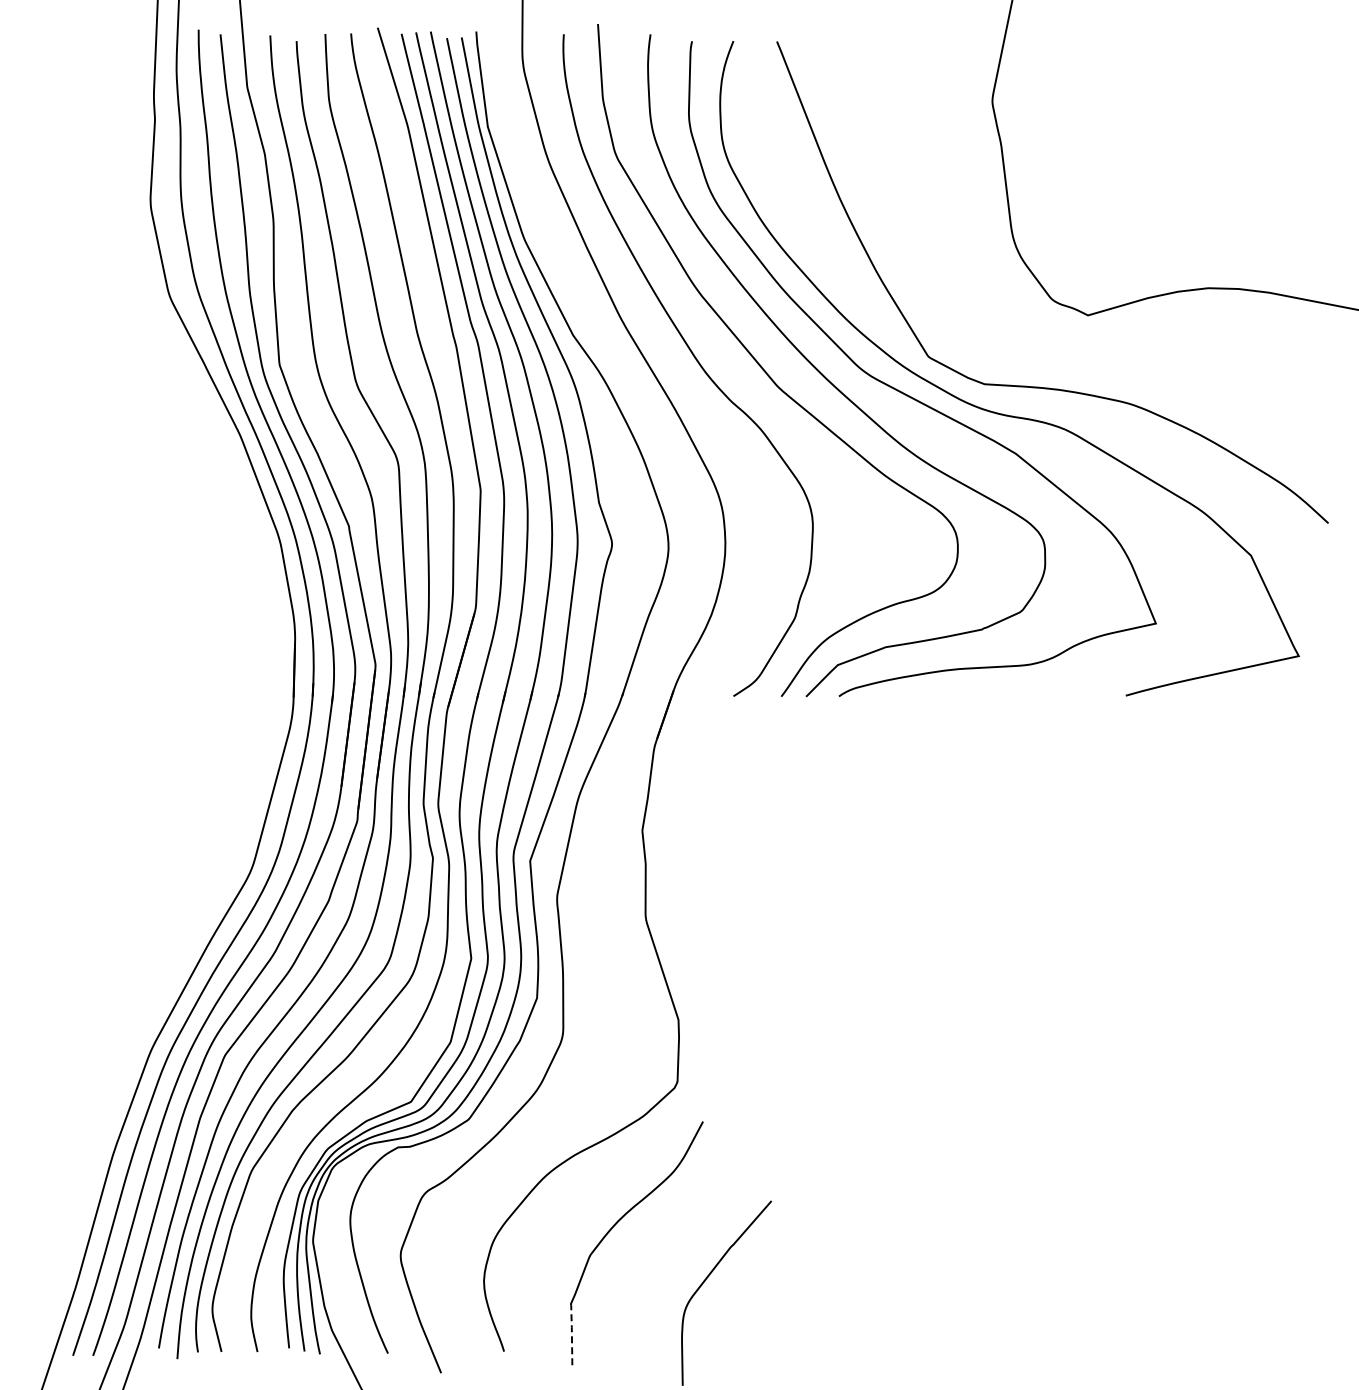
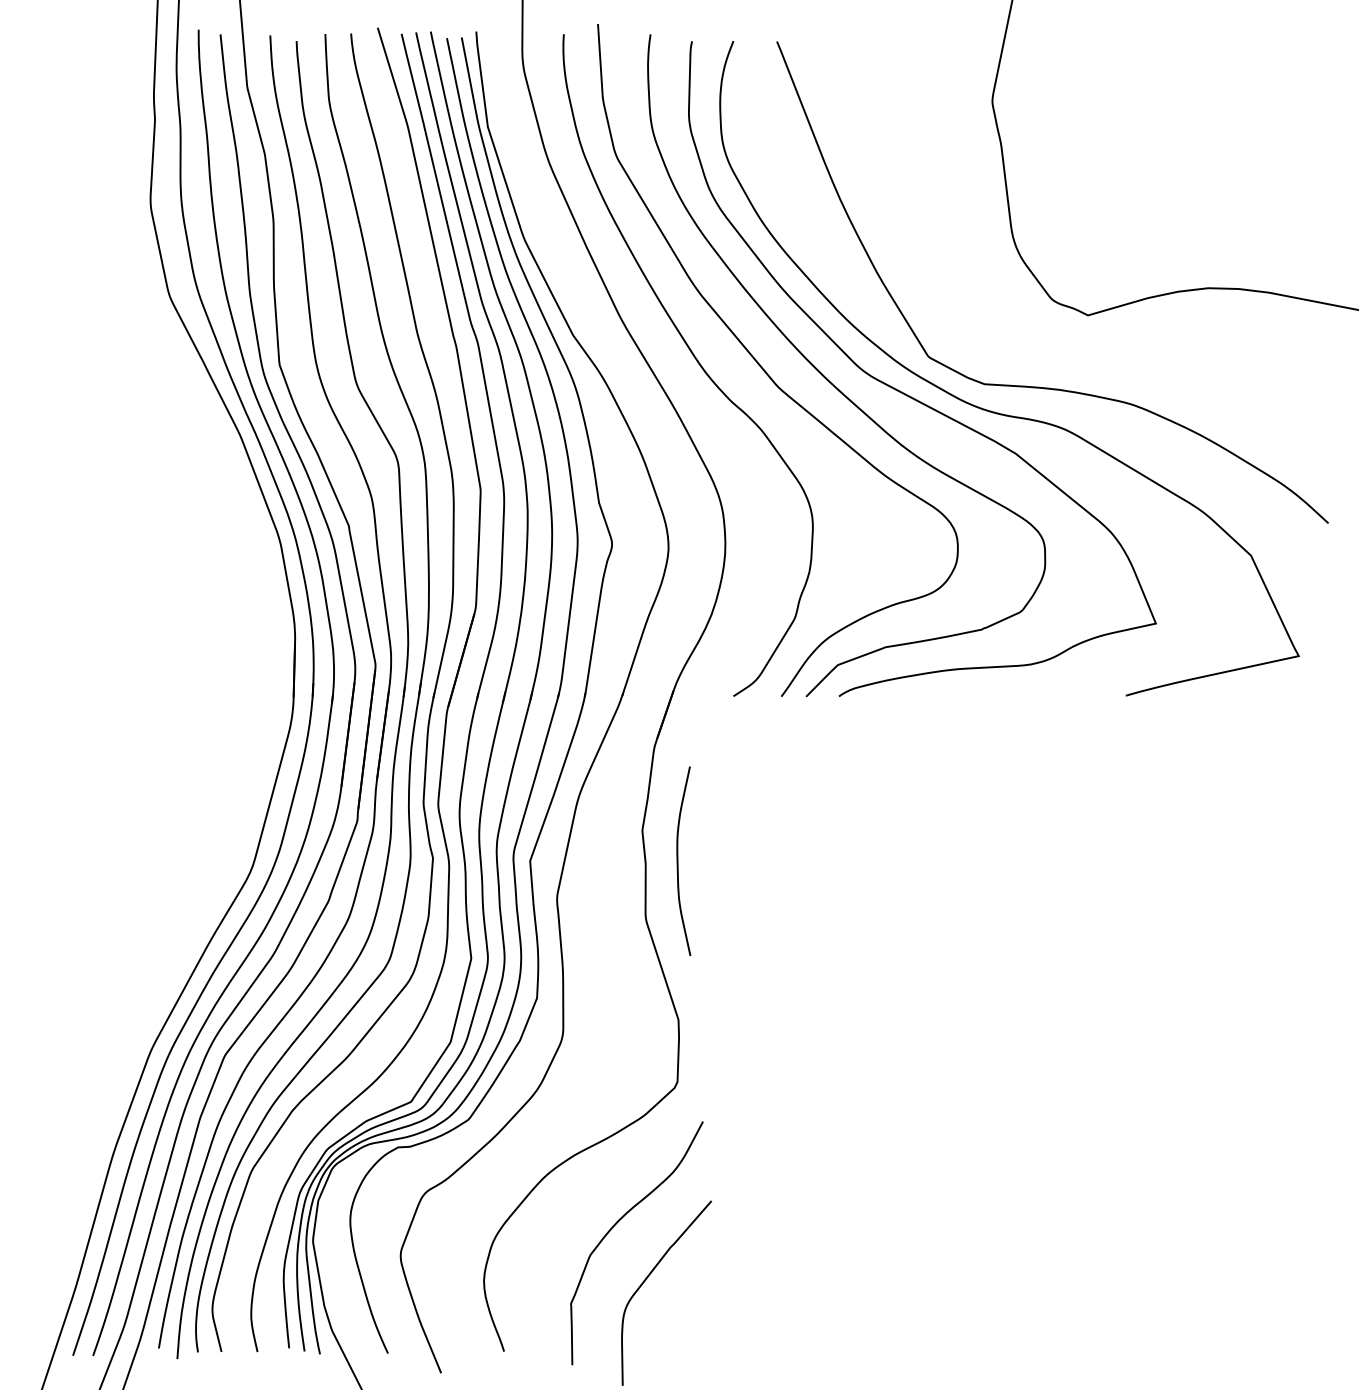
curve at (678, 860): none -> present
curve at (706, 1280) position: (706, 1280) -> (646, 1280)
line at (571, 1334): dashed -> solid
